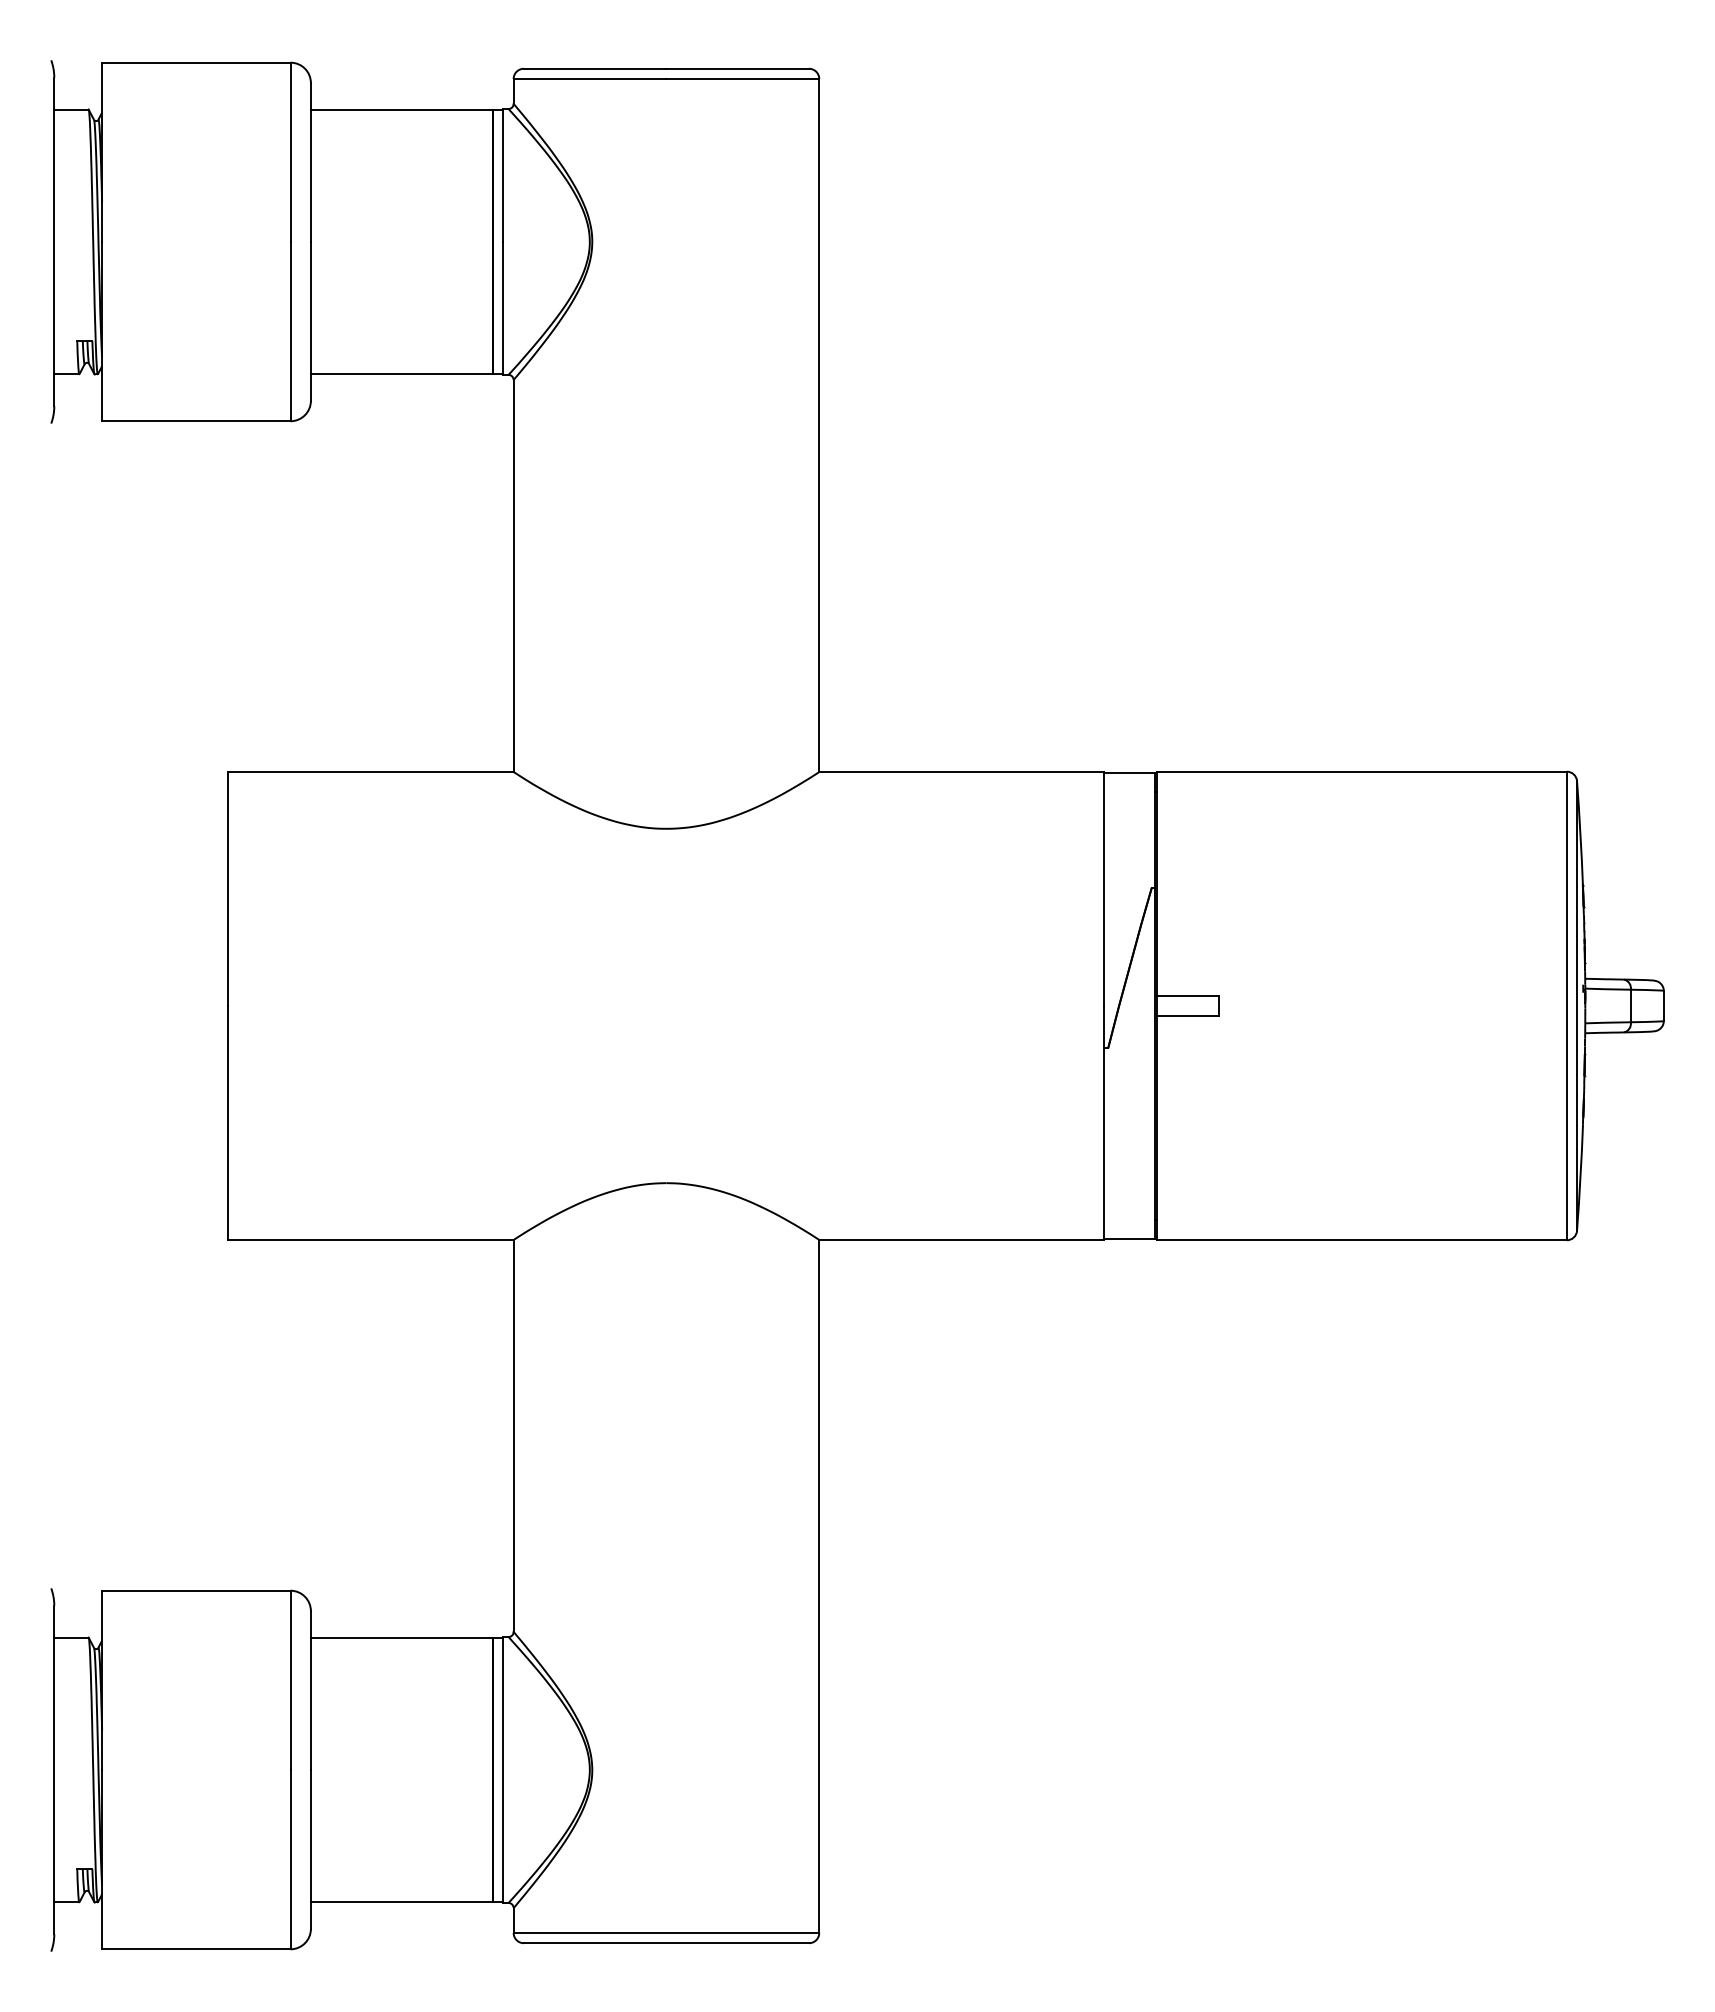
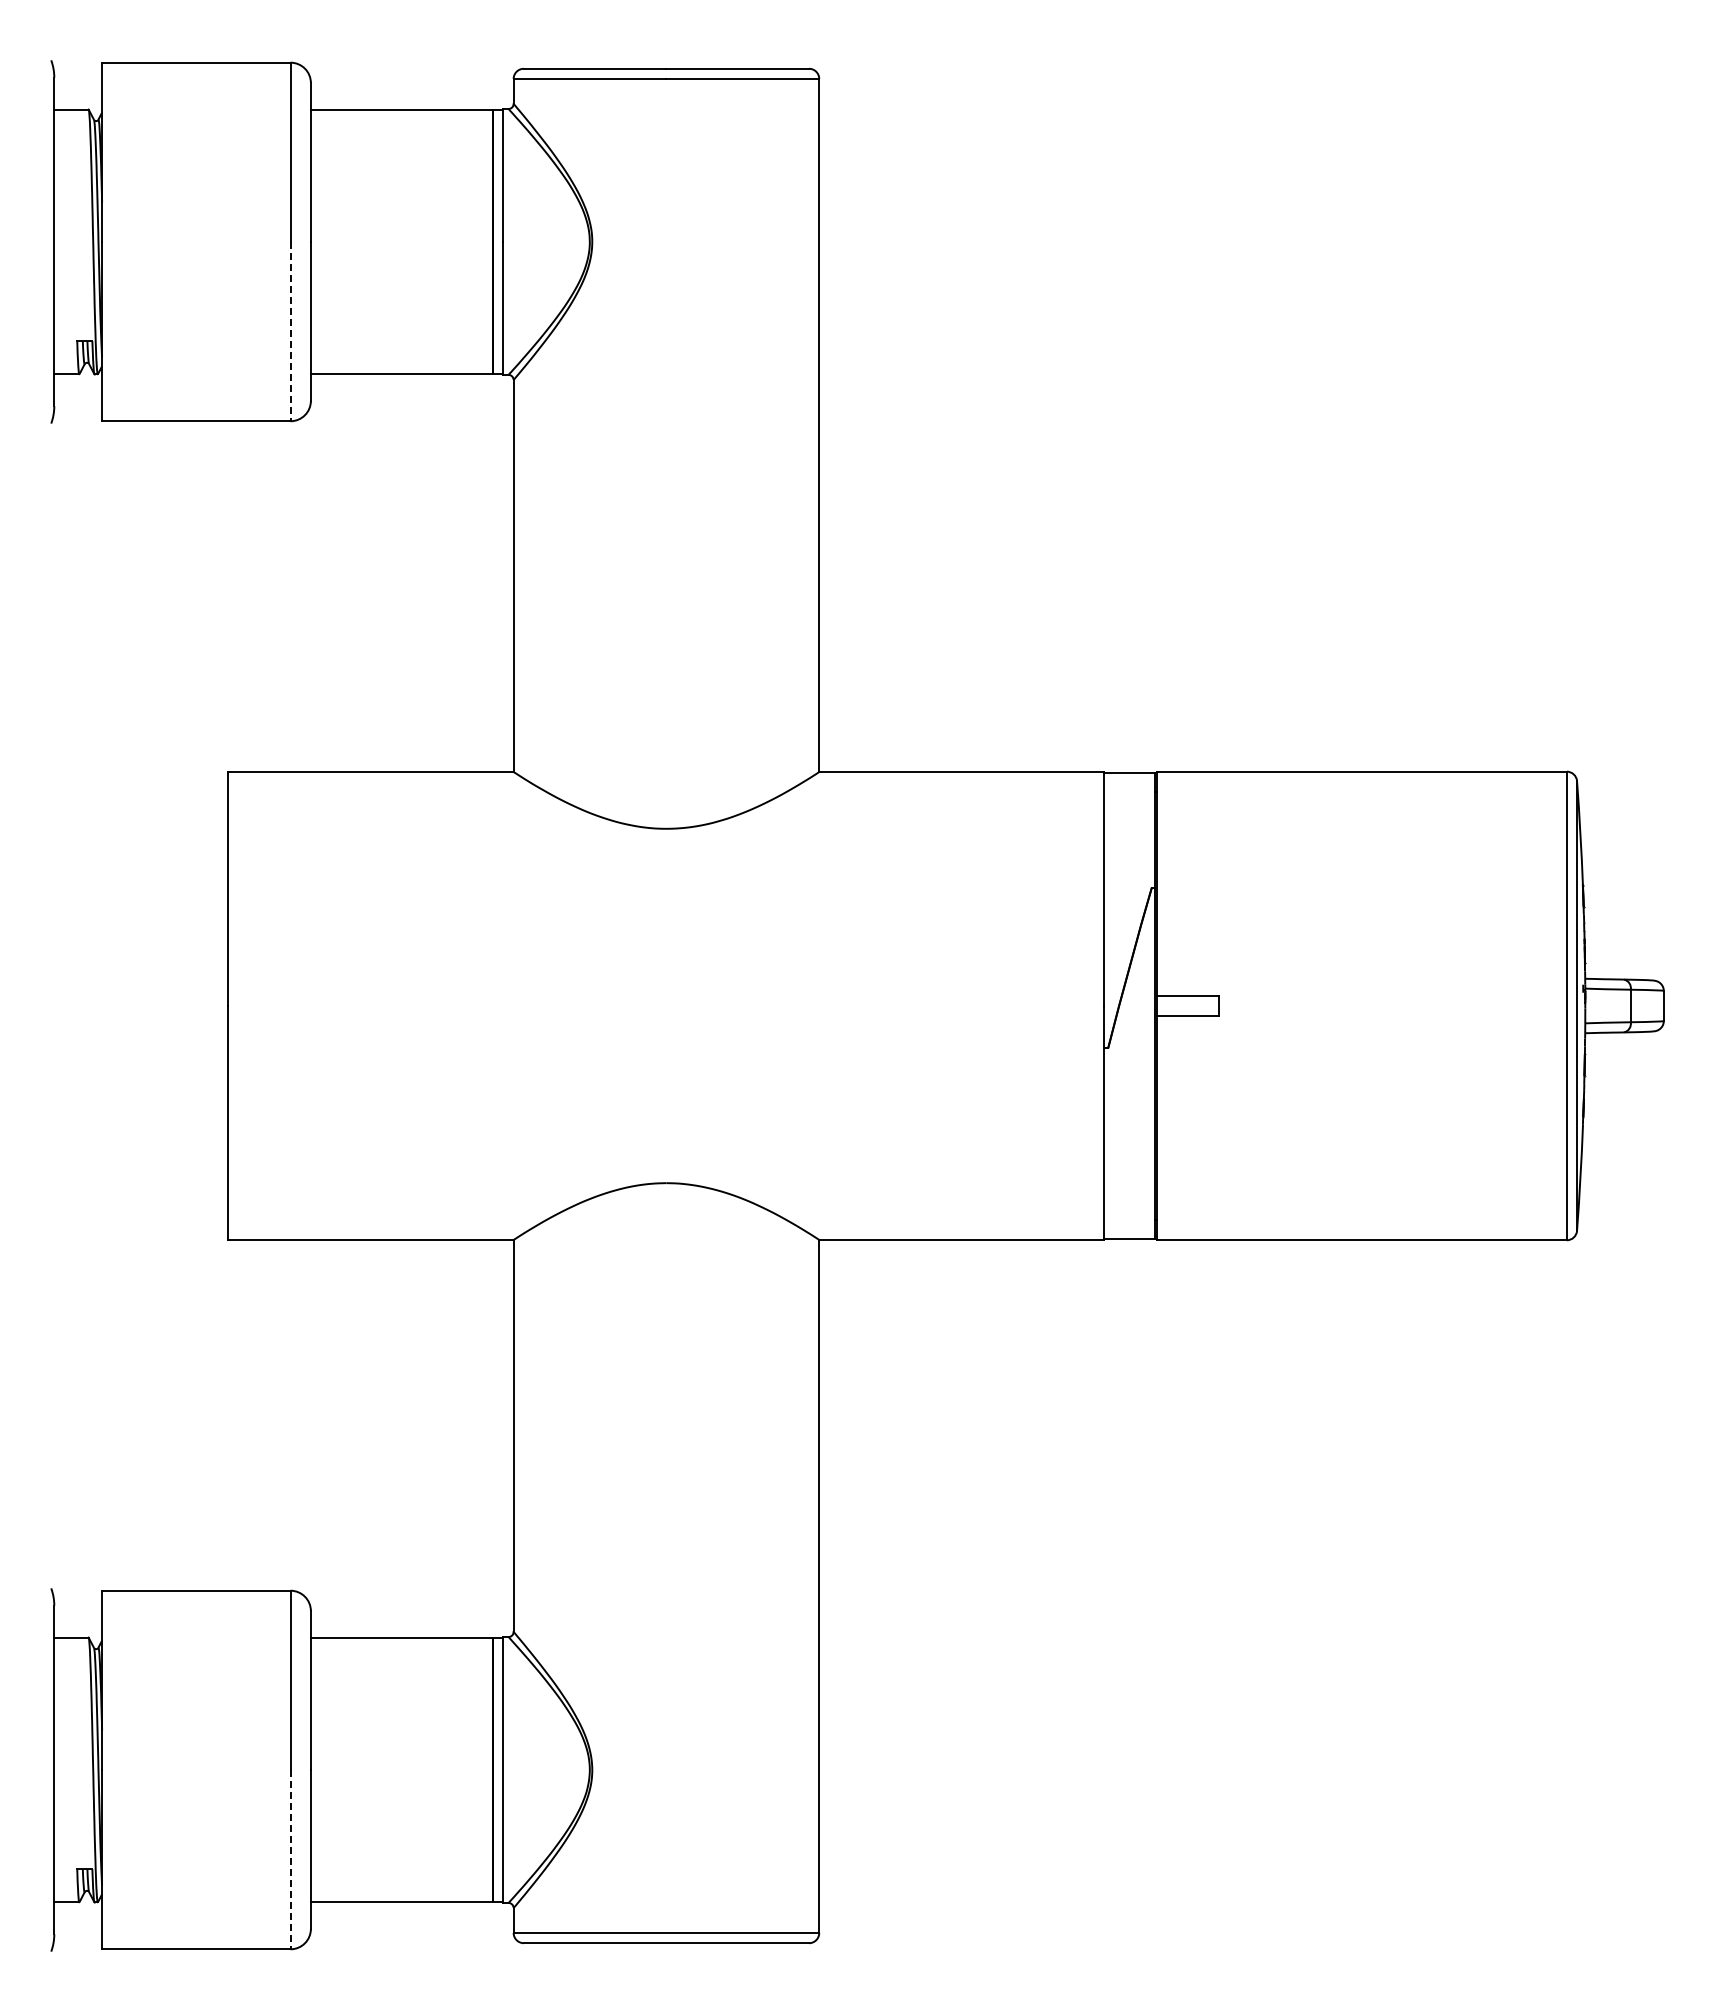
line at (290, 331): solid -> dashed
line at (290, 1859): solid -> dashed
